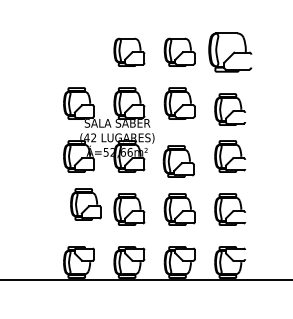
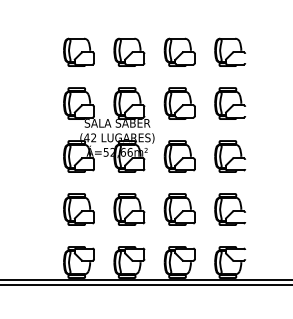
part at (78, 51): none -> present
part at (230, 52) size: 45x41 px -> 32x30 px
part at (229, 109) position: (229, 109) -> (229, 103)
part at (178, 161) position: (178, 161) -> (179, 156)
part at (85, 204) position: (85, 204) -> (78, 209)
line at (145, 285): none -> present
